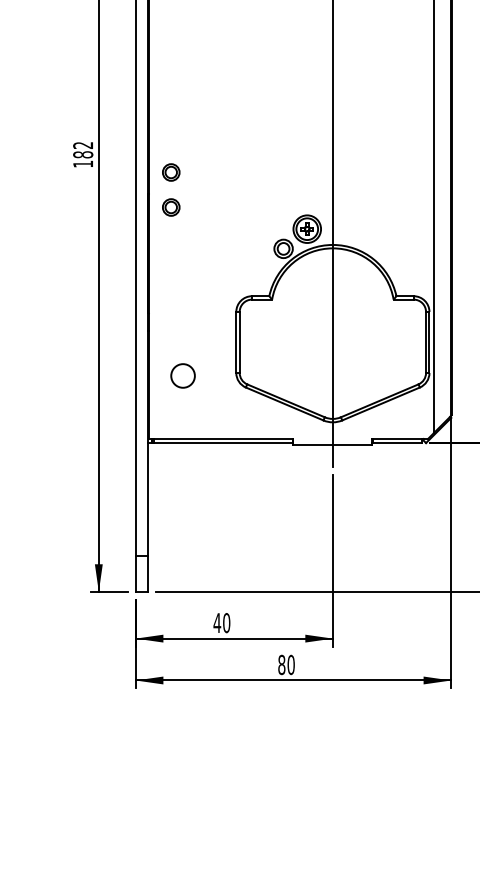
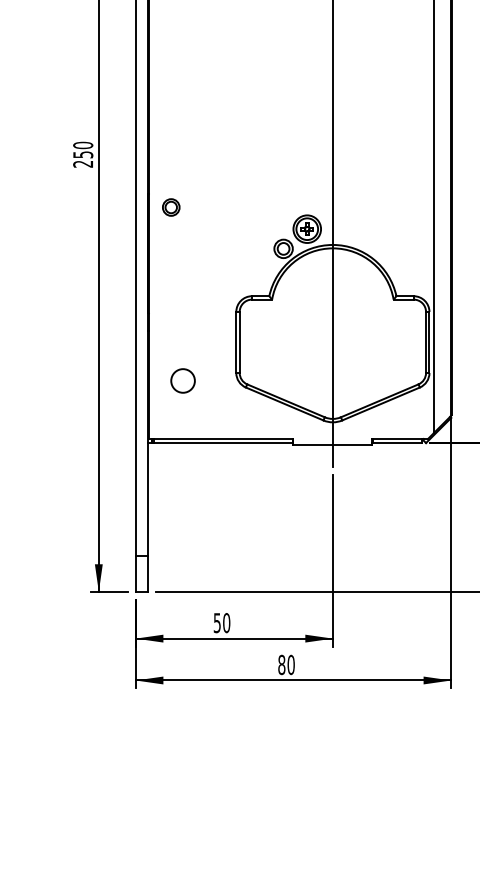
text at (83, 154): 182 -> 250
part at (171, 172): present -> none
circle at (182, 375) position: (182, 375) -> (182, 380)
text at (217, 623): 40 -> 50
